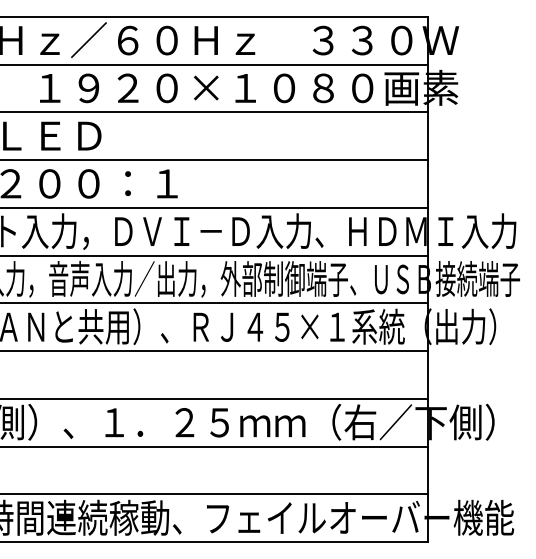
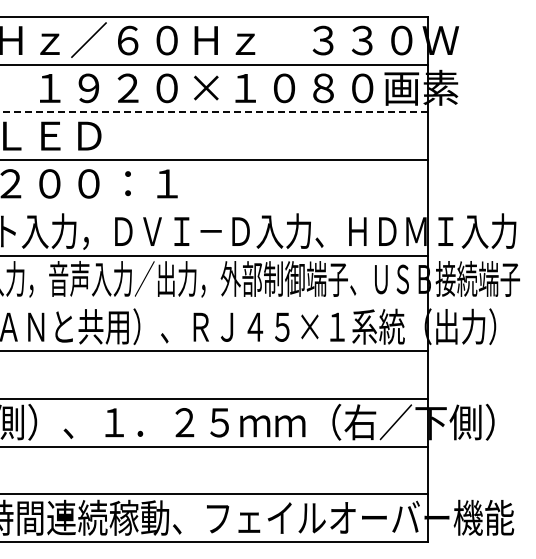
line at (213, 112): solid -> dashed
line at (214, 207): present -> none
line at (214, 303): present -> none
